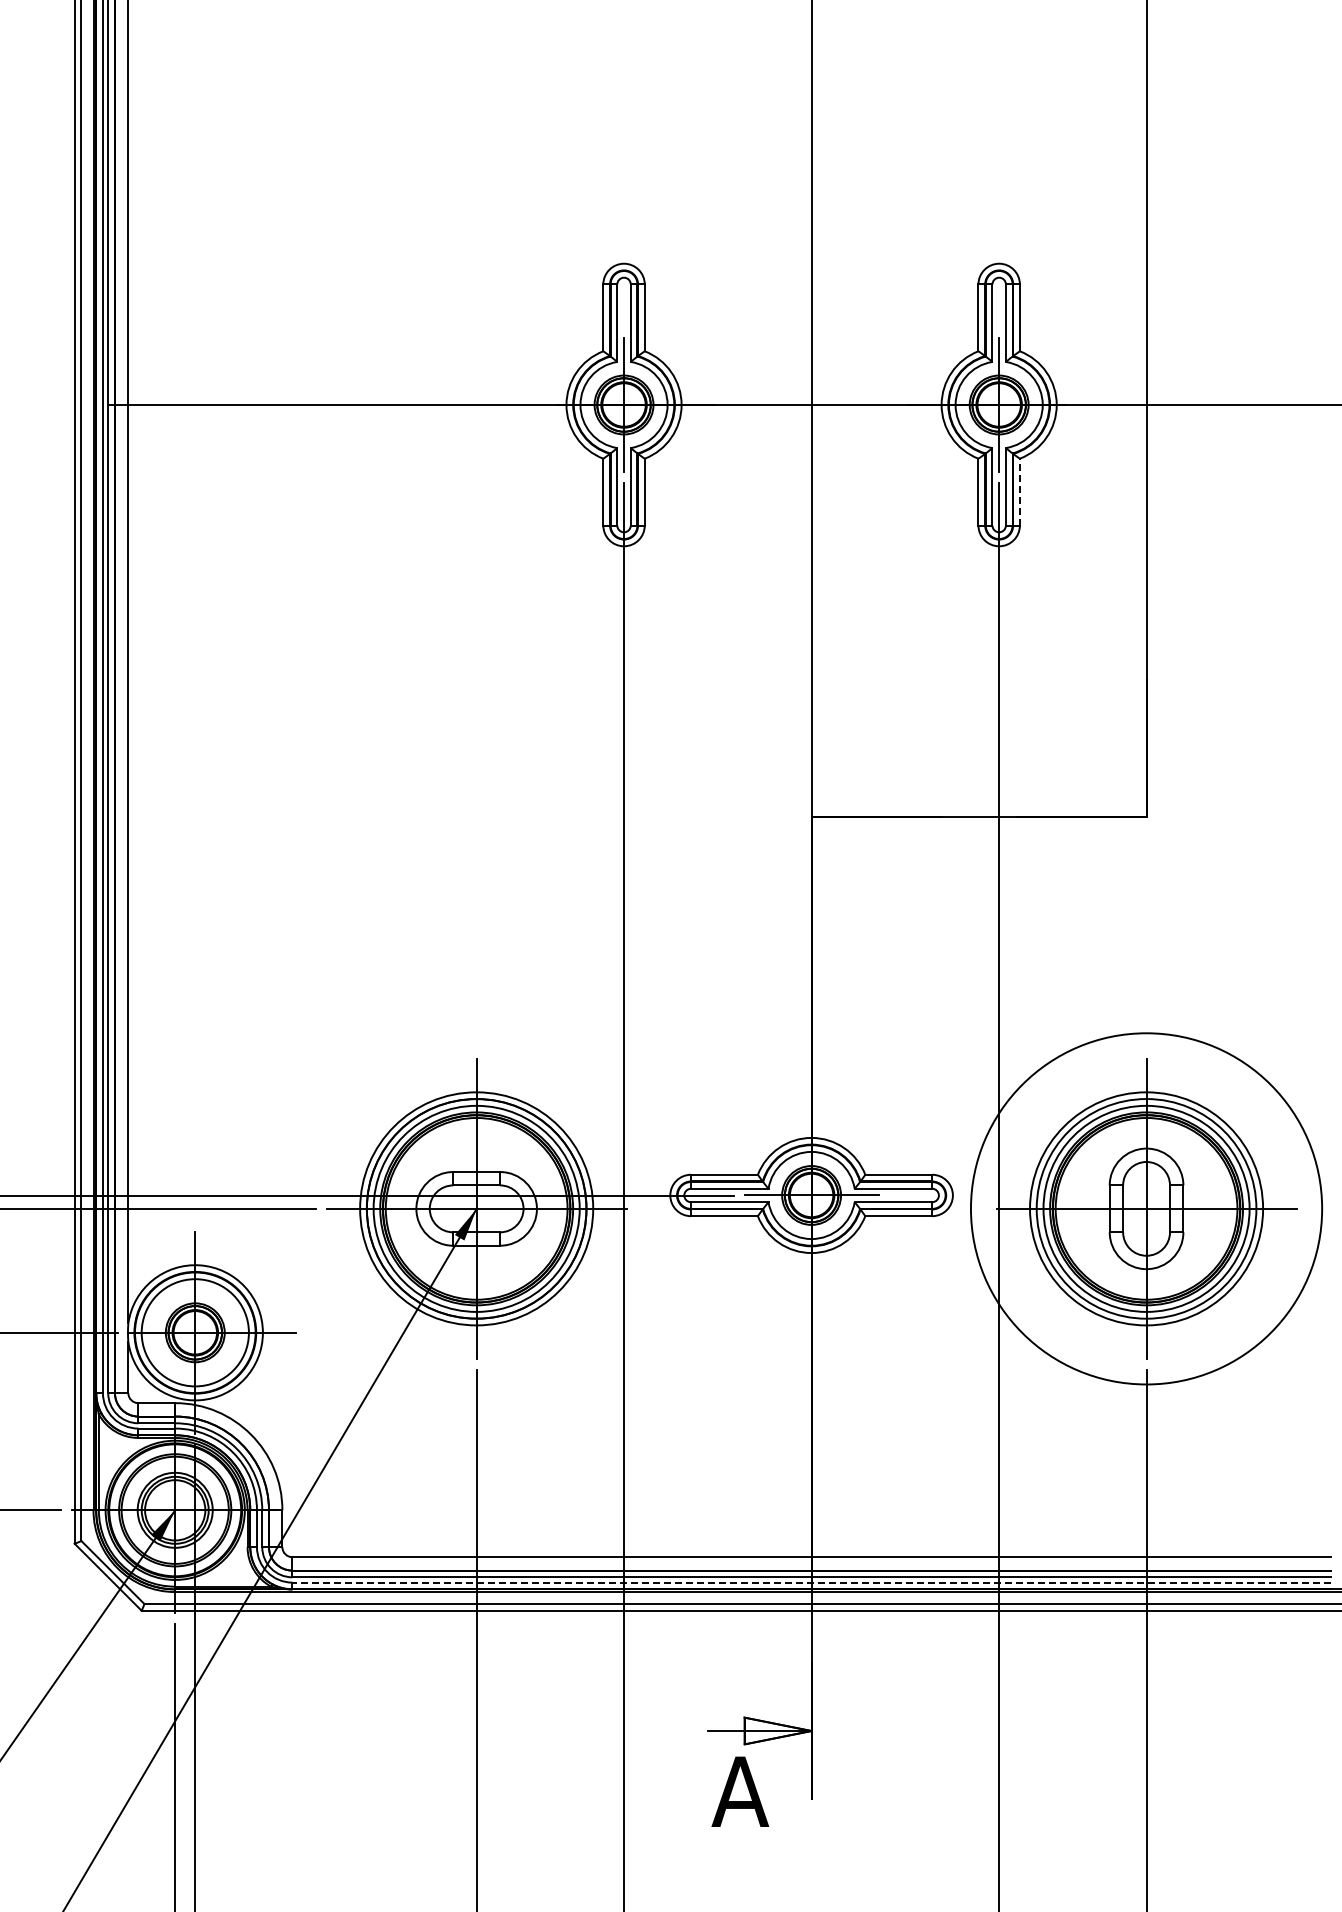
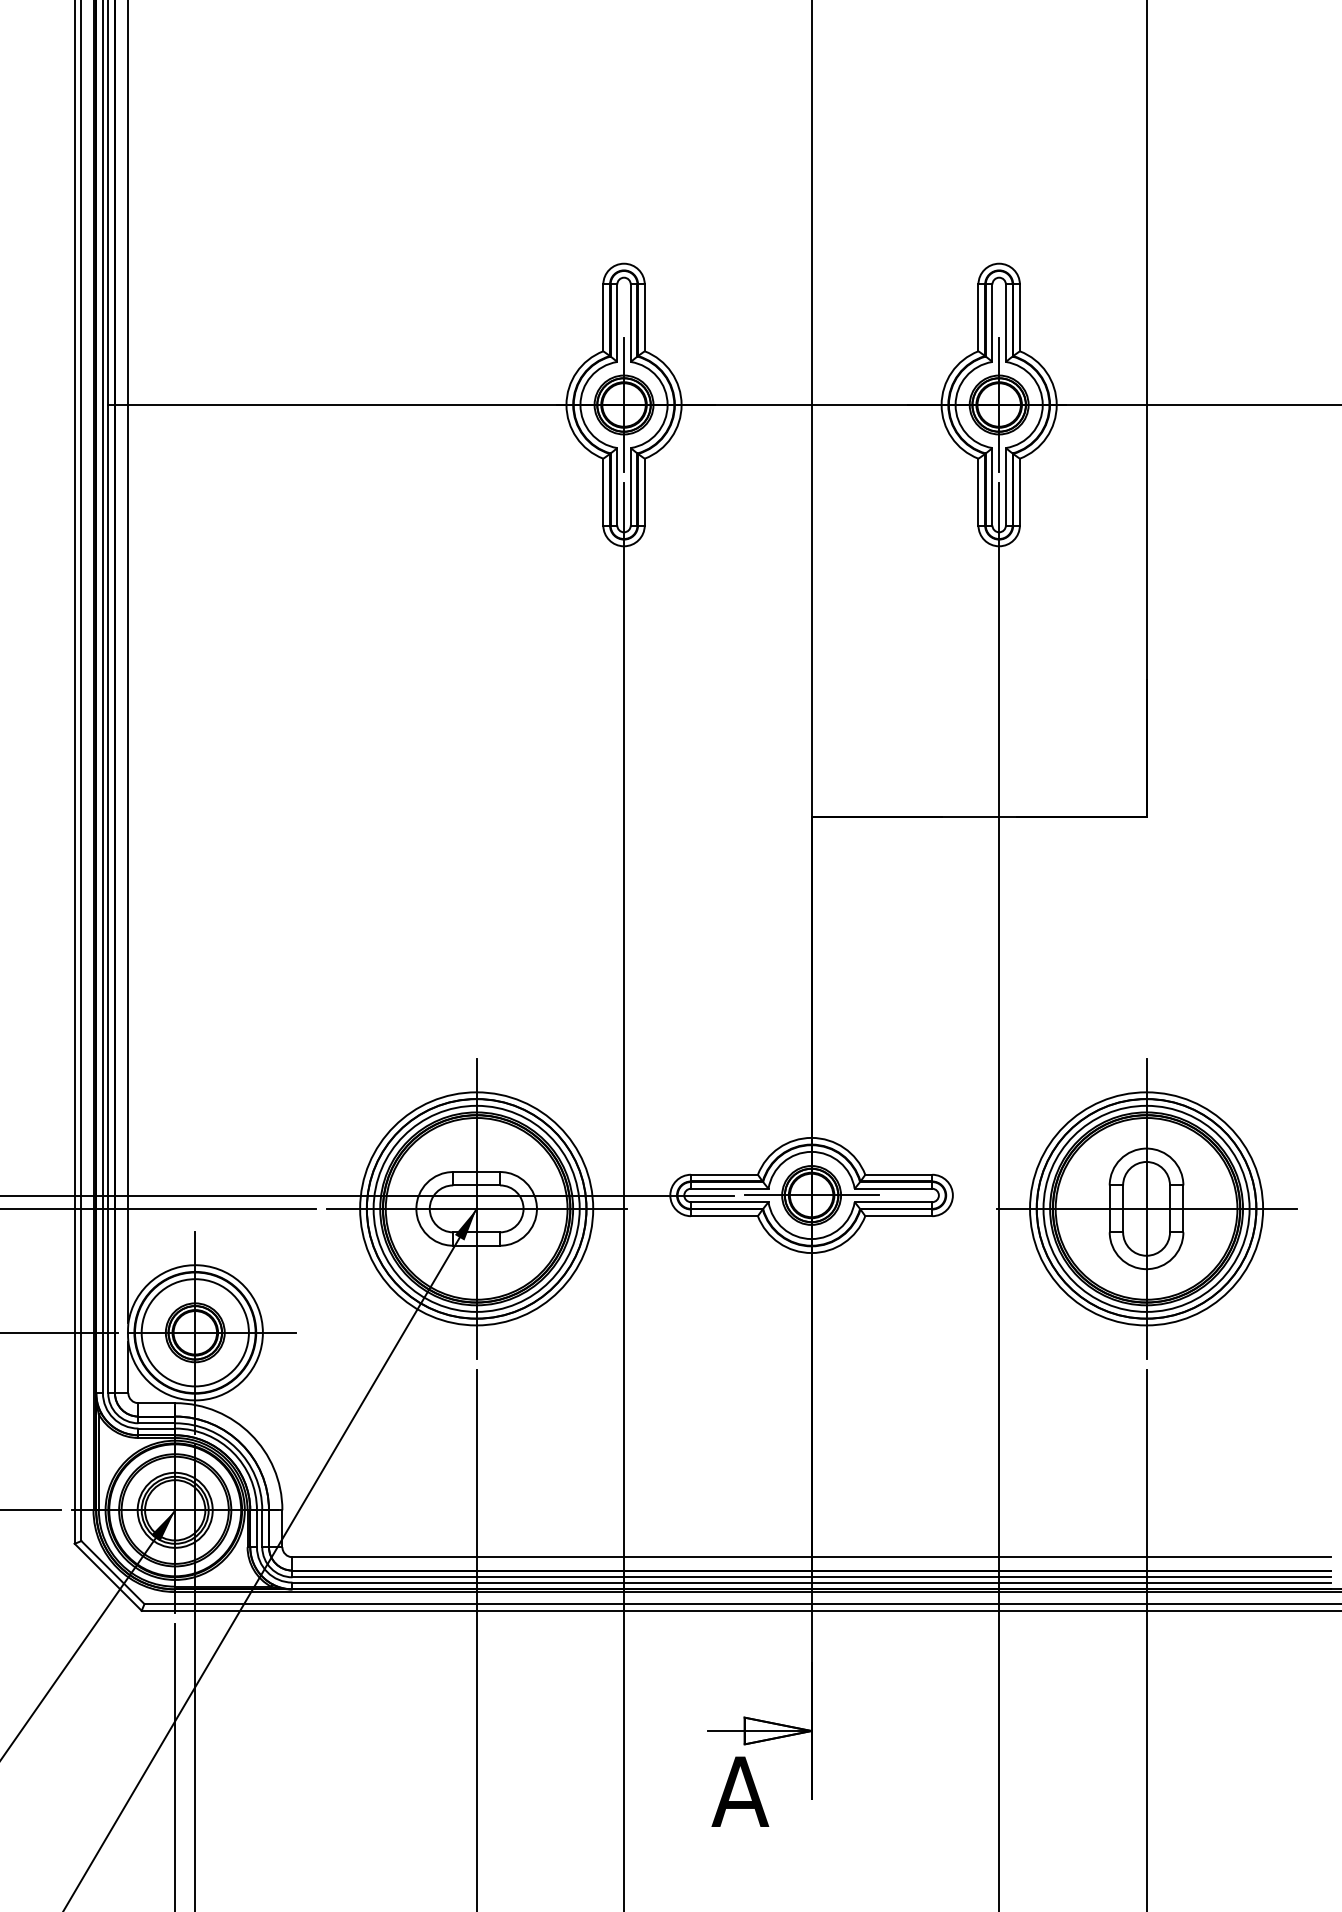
line at (1019, 491): dashed -> solid
circle at (1146, 1208) diameter: 351 px -> 219 px
line at (811, 1582): dashed -> solid
